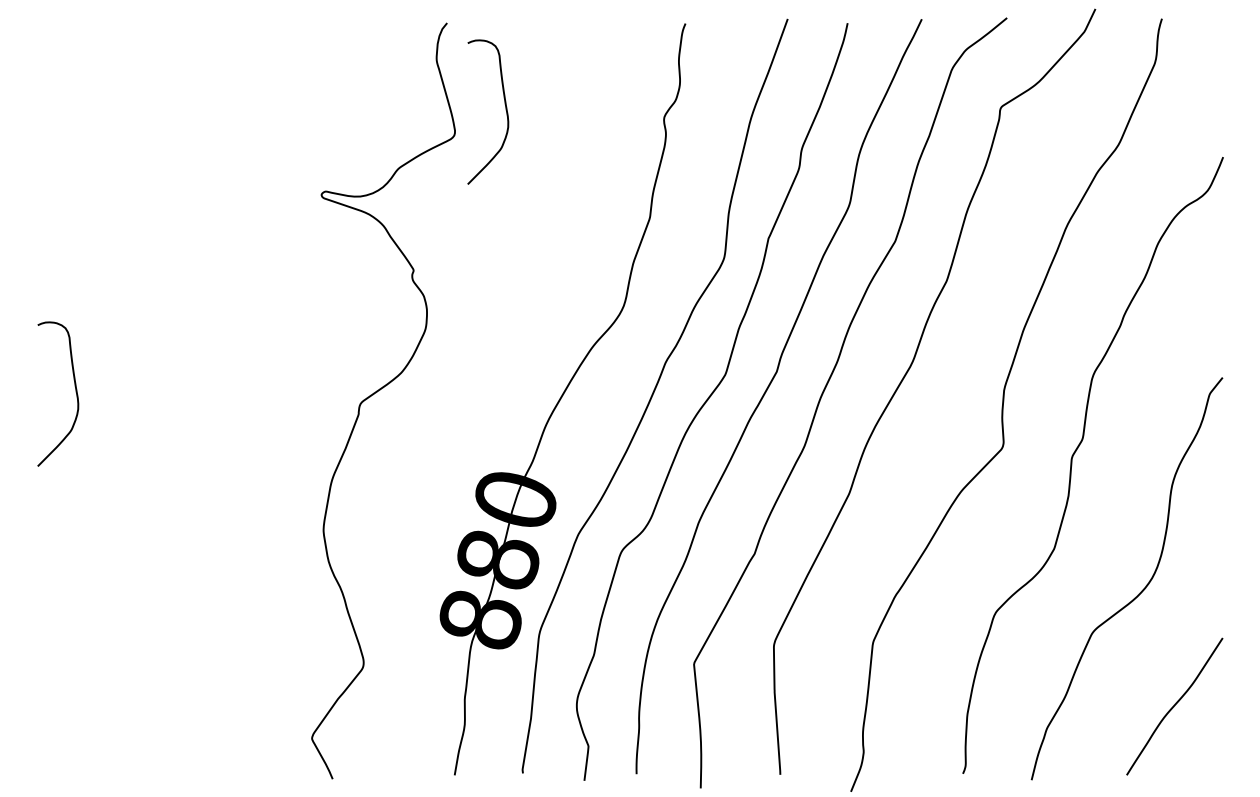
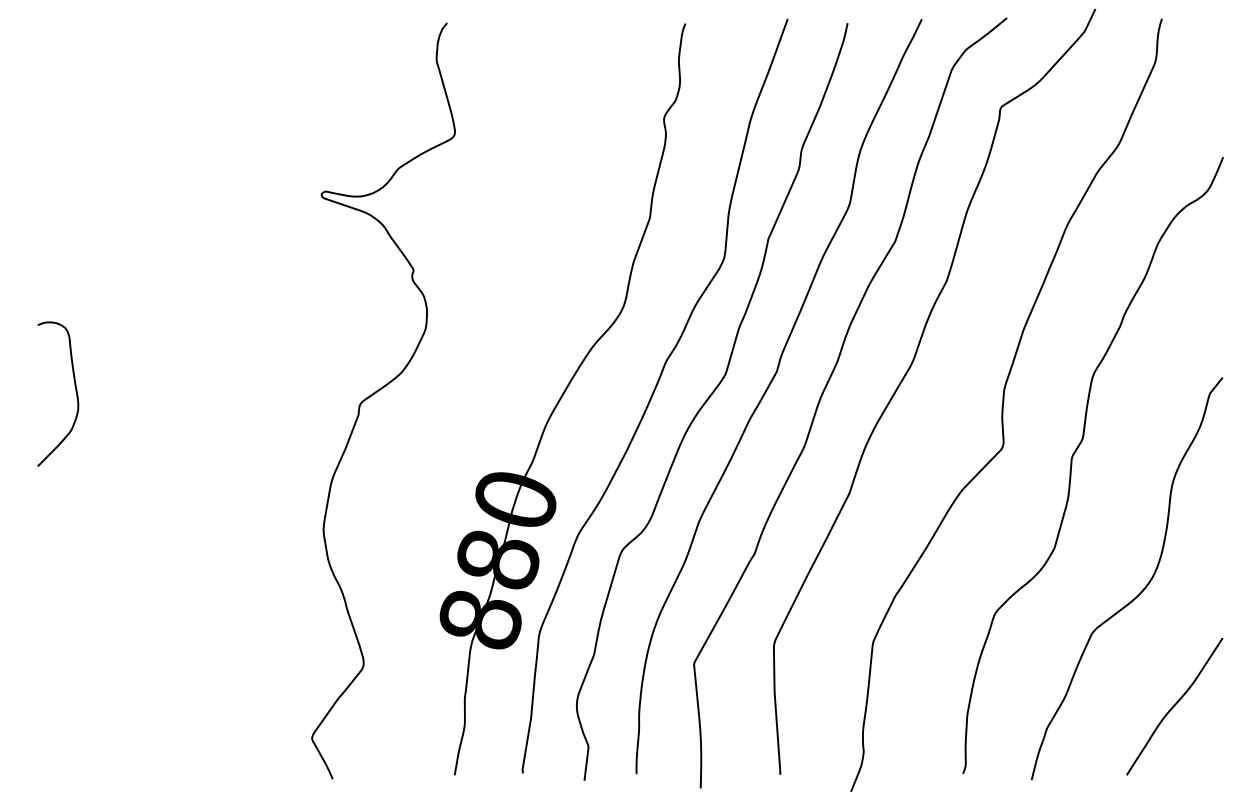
curve at (505, 110): present -> none
